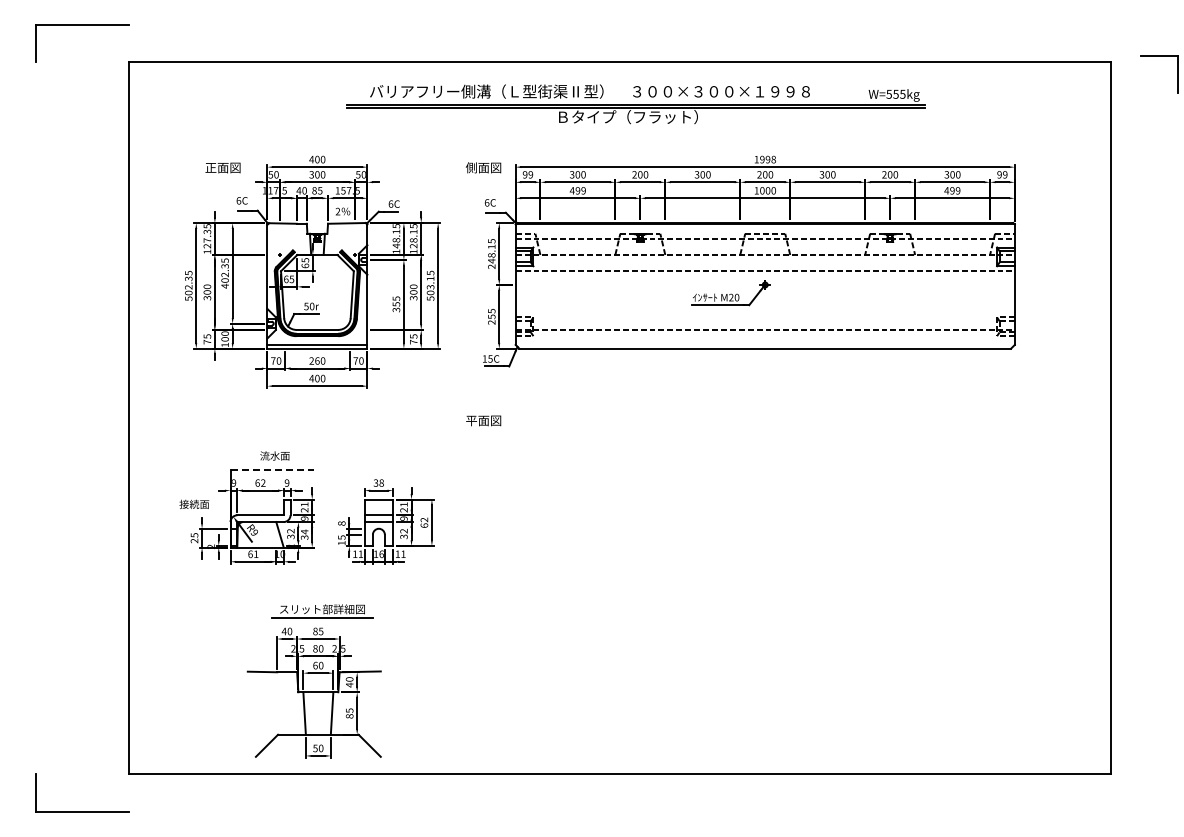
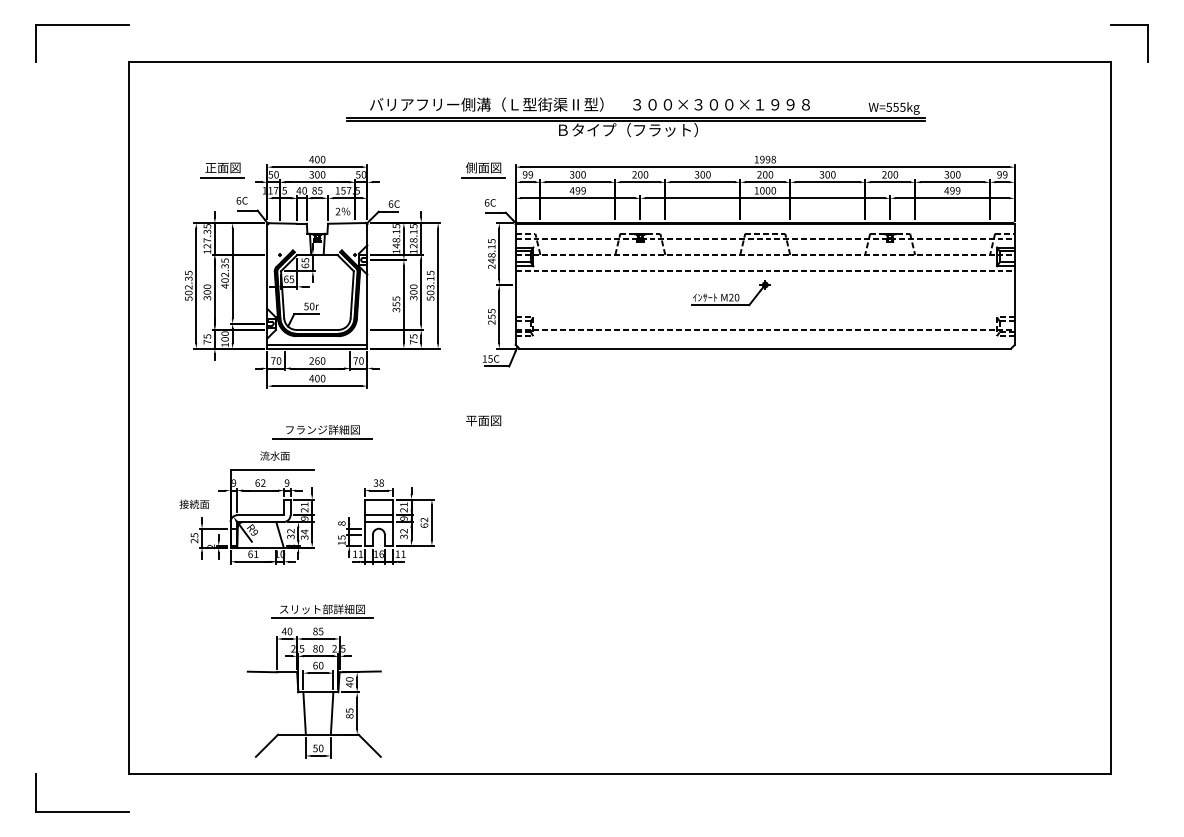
part at (1159, 56) position: (1159, 56) -> (1129, 25)
part at (635, 104) position: (635, 104) -> (635, 117)
line at (222, 177): none -> present
line at (483, 177): none -> present
part at (322, 432): none -> present
line at (272, 470): dashed -> solid
